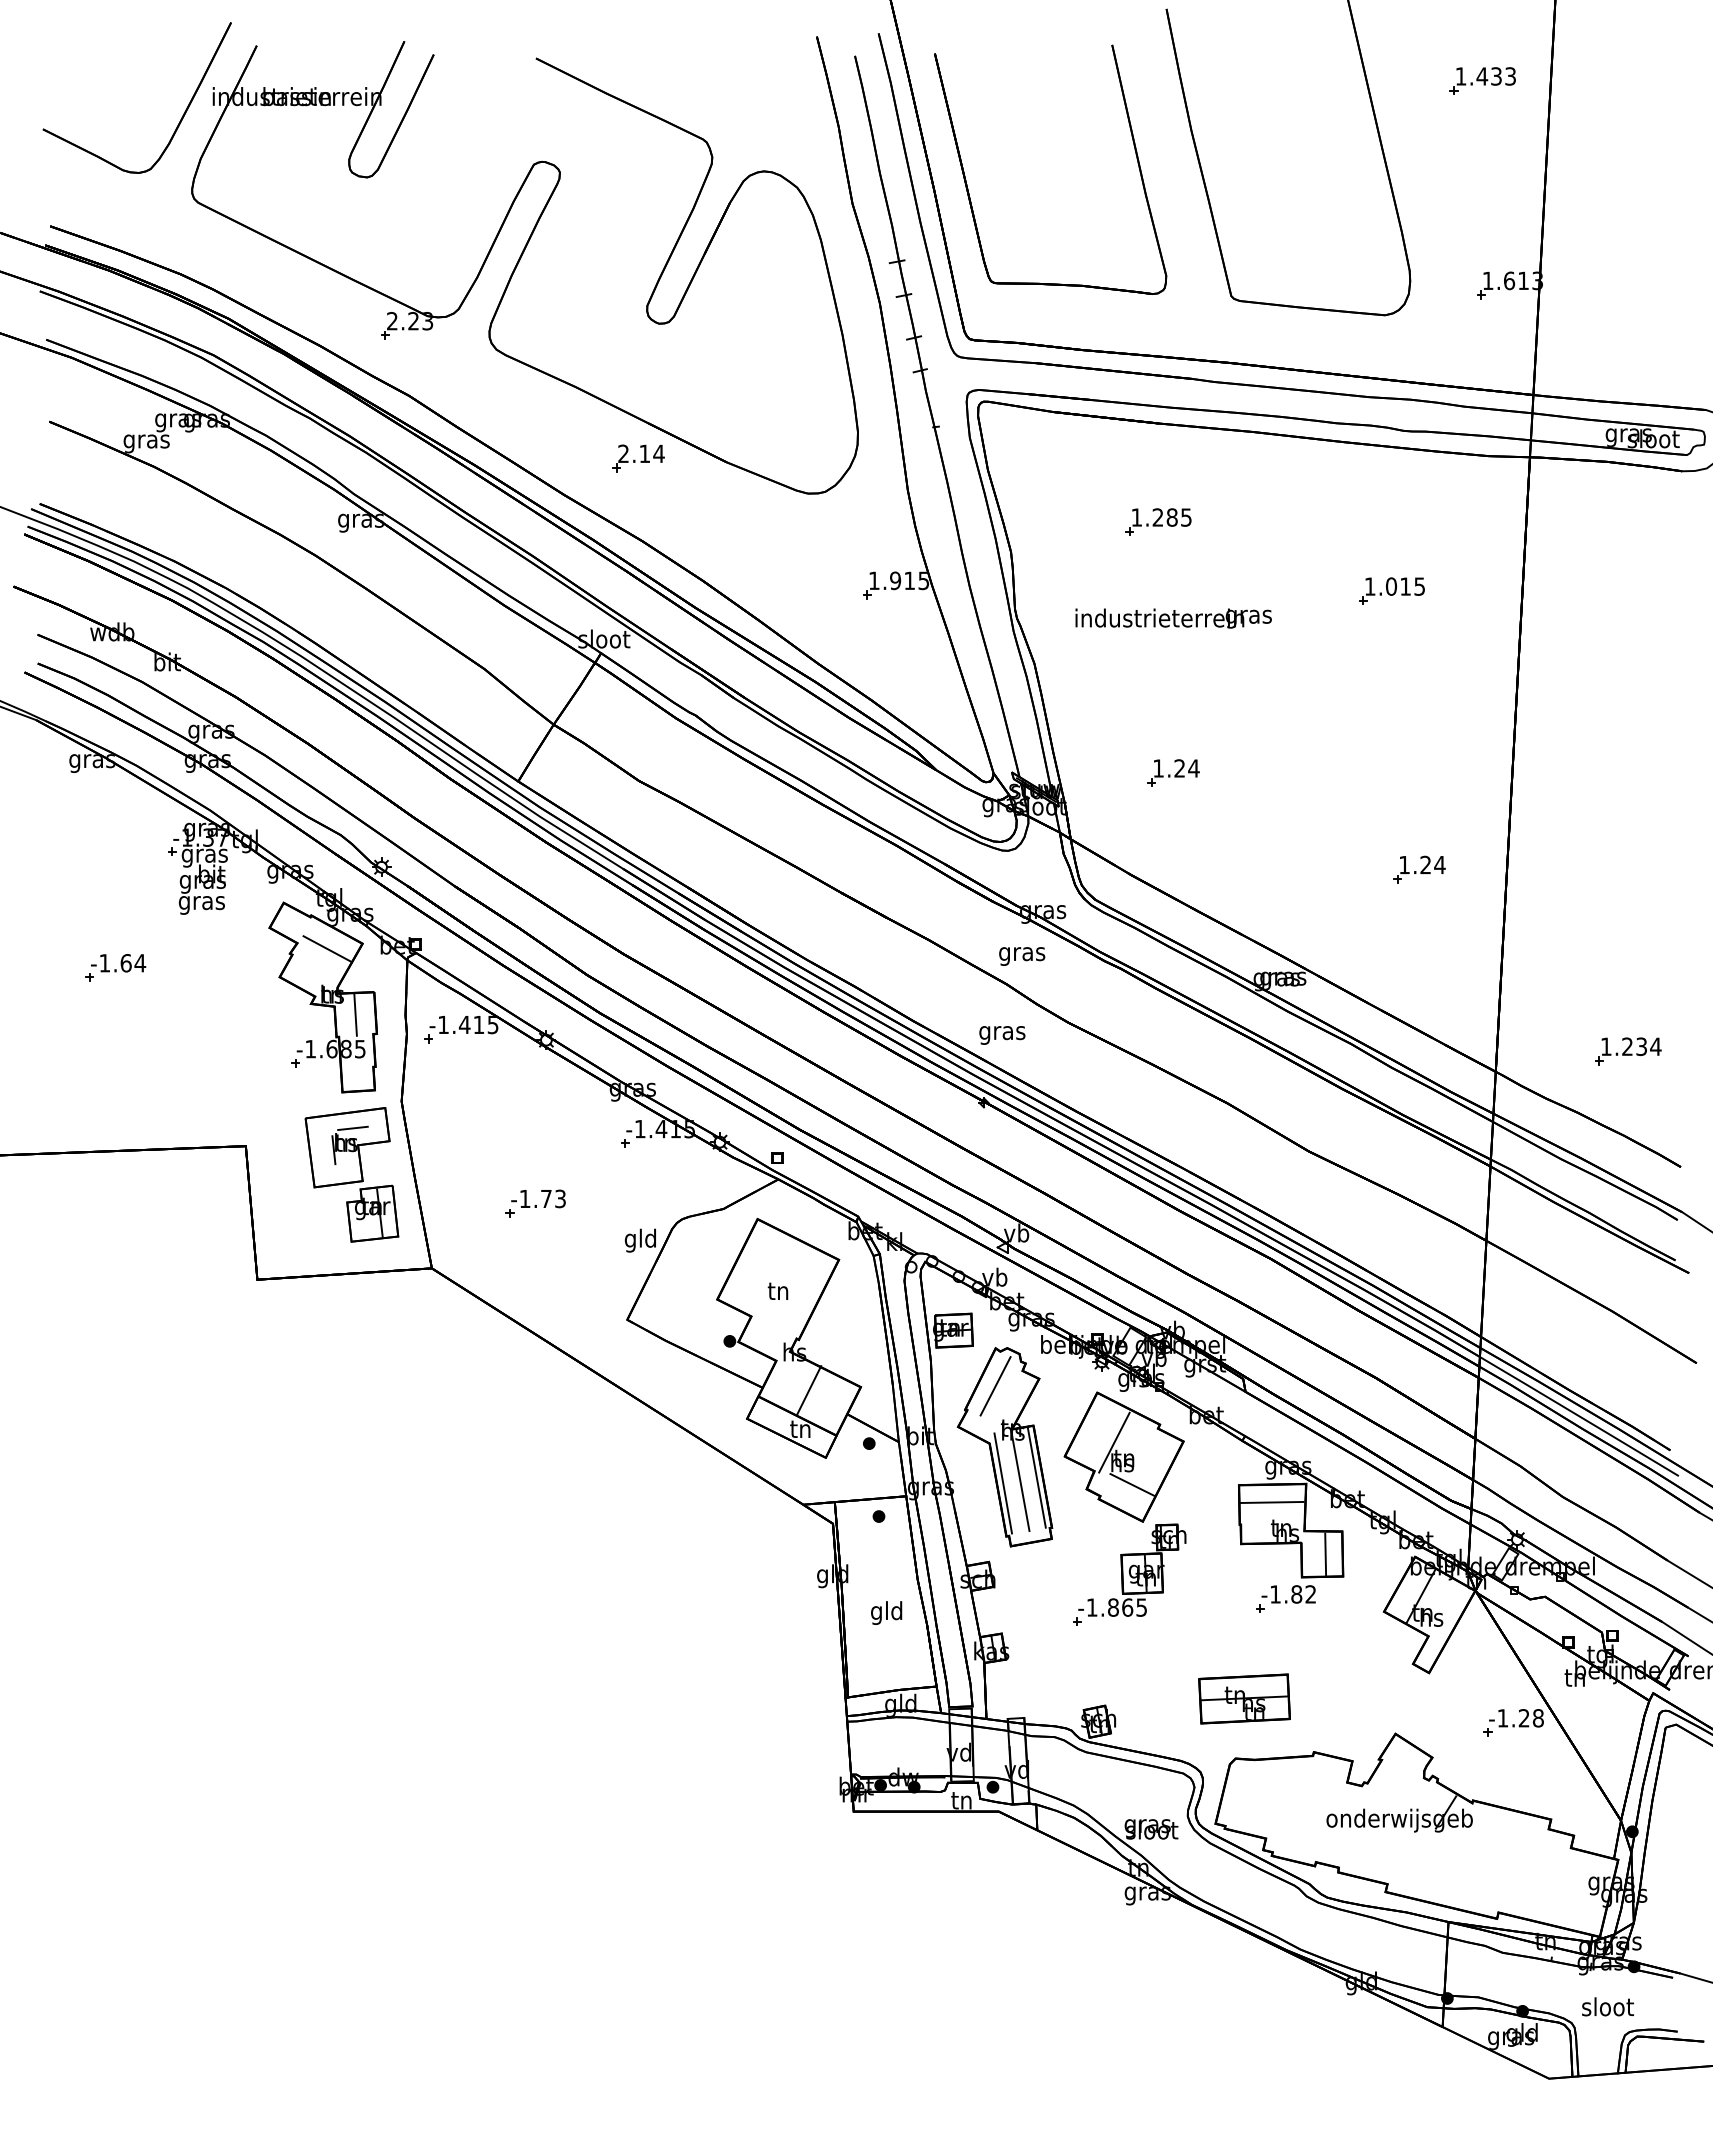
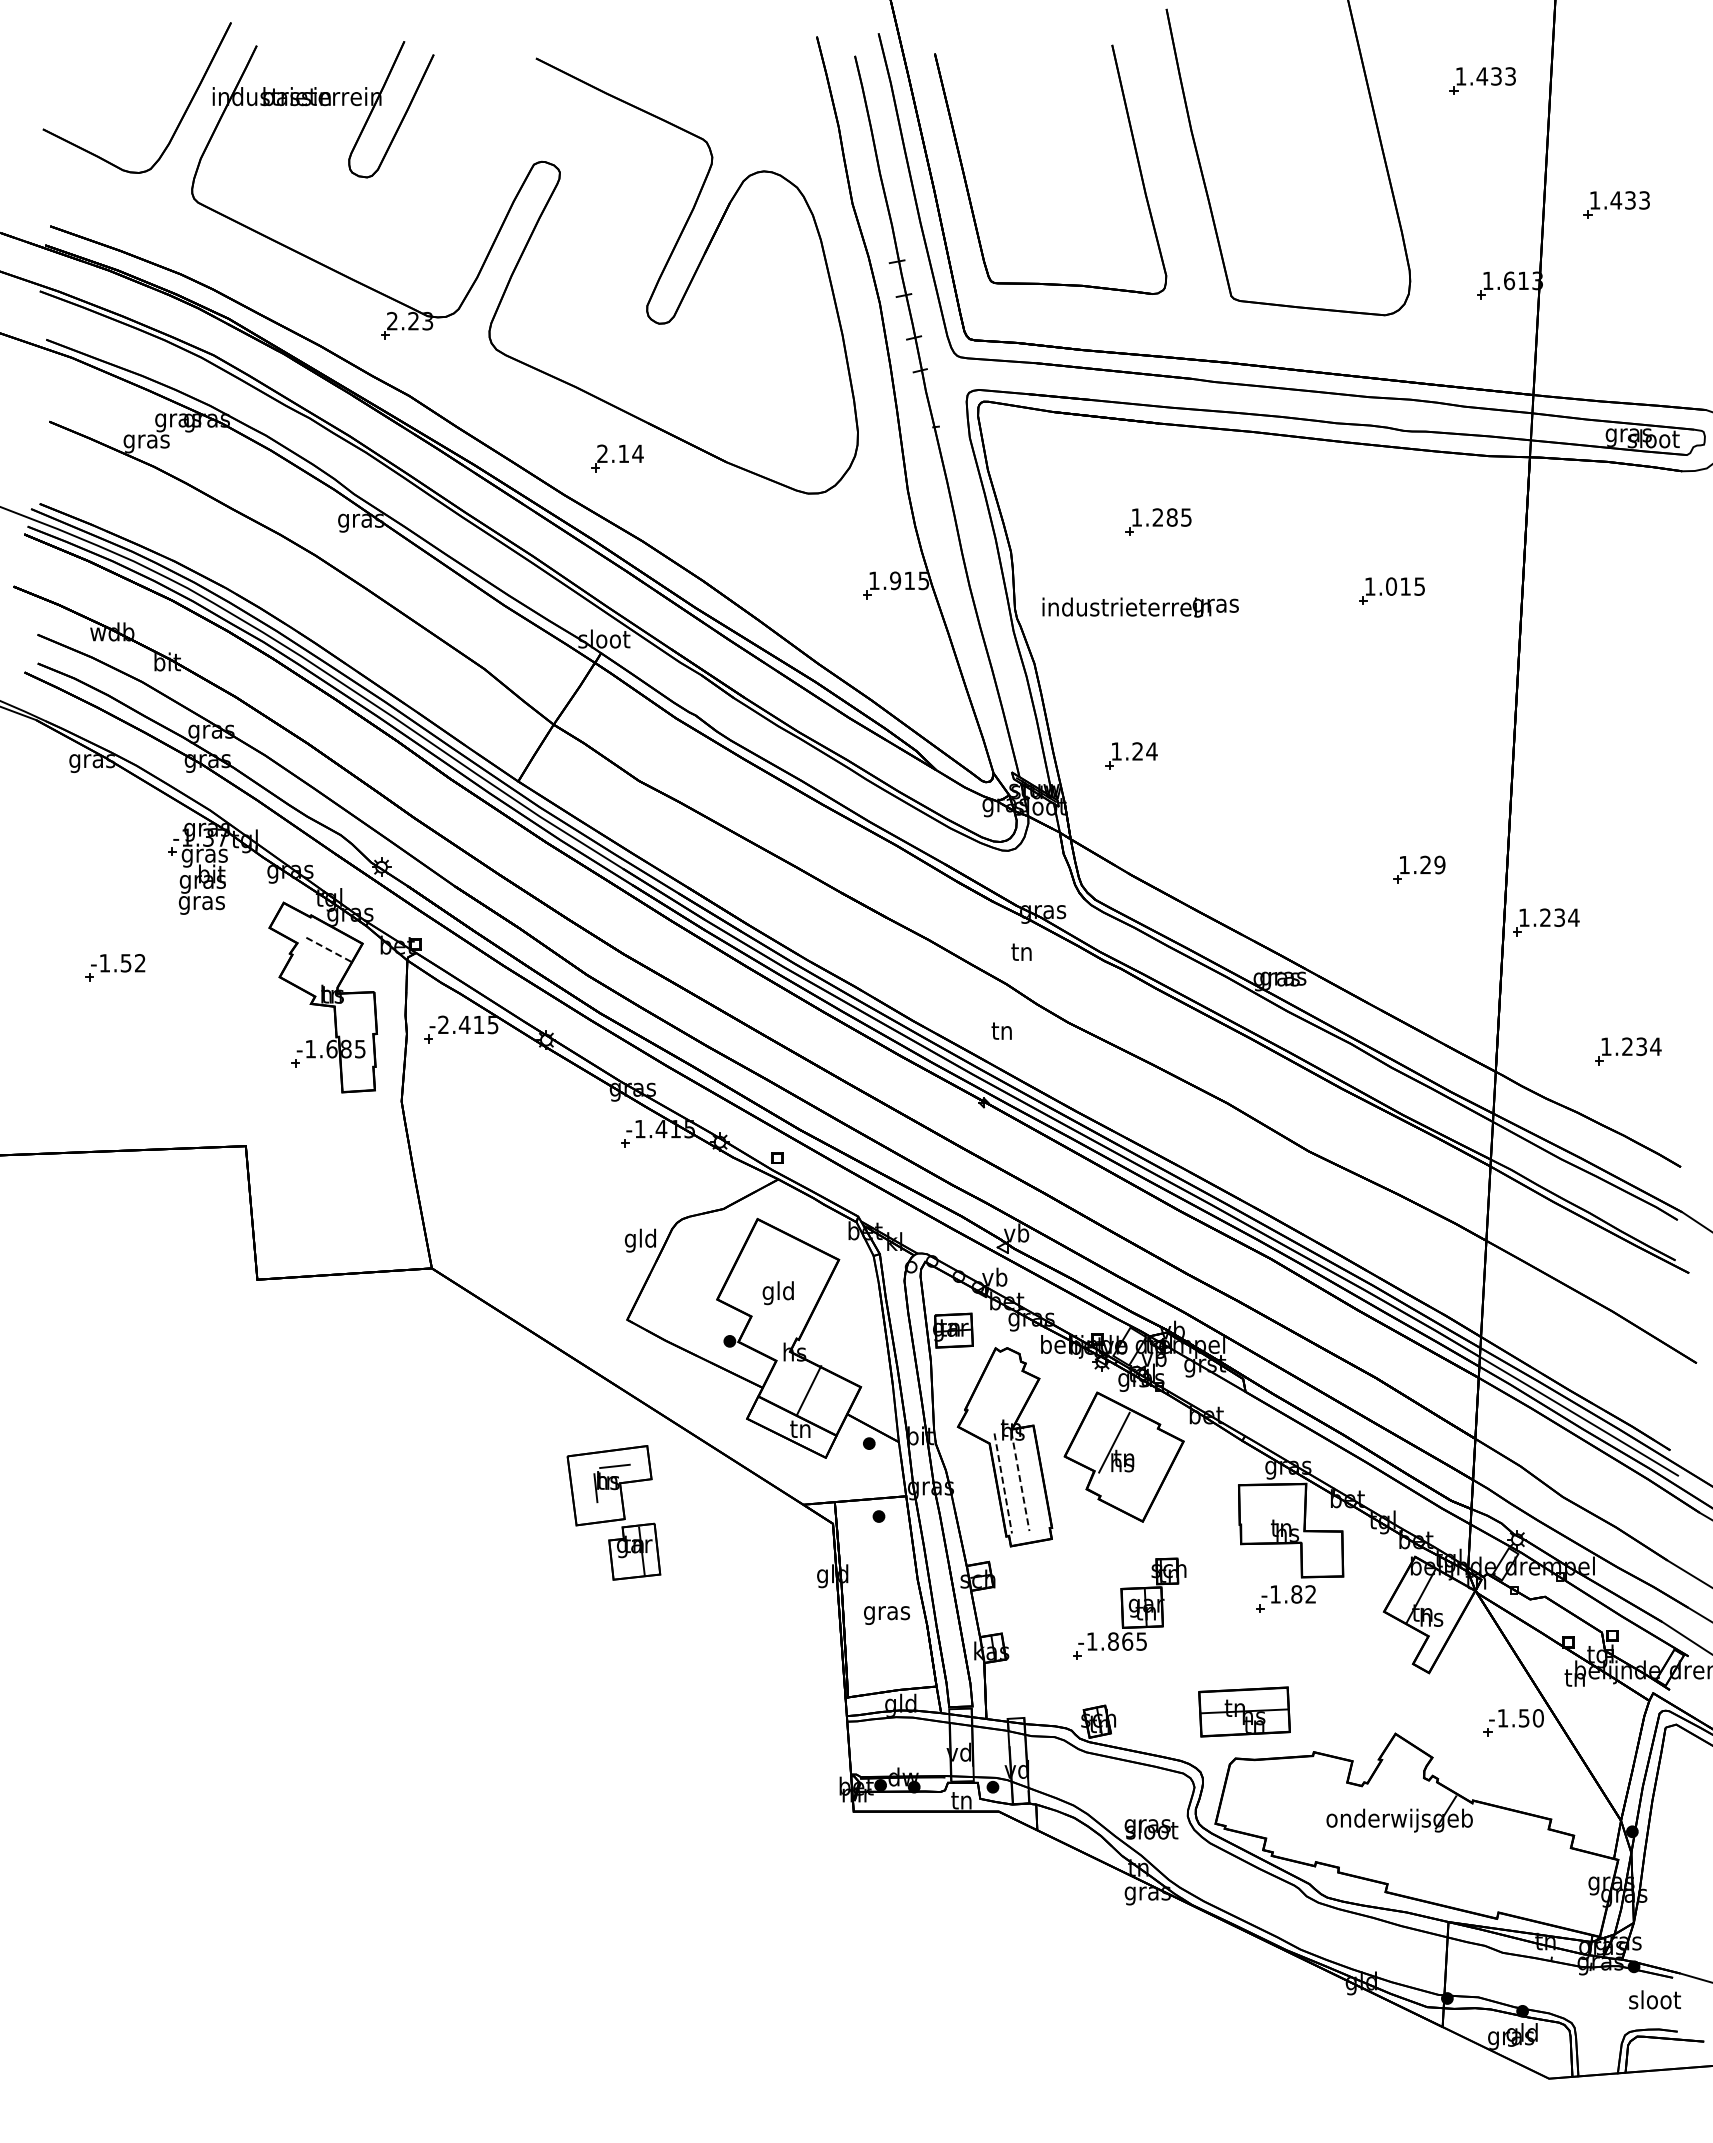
part at (1616, 204): none -> present
part at (638, 458) position: (638, 458) -> (617, 458)
text at (1173, 618) position: (1173, 618) -> (1140, 607)
part at (1173, 772) position: (1173, 772) -> (1131, 755)
text at (1439, 864): 1.24 -> 1.29
part at (1546, 922): none -> present
line at (327, 948): solid -> dashed
text at (1022, 954): gras -> tn
text at (133, 963): -1.64 -> -1.52
line at (355, 1014): present -> none
text at (443, 1024): -1.415 -> -2.415
text at (1002, 1033): gras -> tn
part at (351, 1174) position: (351, 1174) -> (613, 1512)
part at (535, 1203): present -> none
text at (777, 1293): tn -> gld
line at (995, 1386): present -> none
line at (1036, 1477): present -> none
line at (1020, 1481): solid -> dashed
line at (1003, 1483): solid -> dashed
line at (1132, 1485): present -> none
line at (1271, 1502): present -> none
line at (1325, 1554): present -> none
part at (1129, 1574) position: (1129, 1574) -> (1129, 1608)
text at (887, 1612): gld -> gras
part at (1244, 1698) position: (1244, 1698) -> (1244, 1711)
text at (1531, 1718): -1.28 -> -1.50
text at (1607, 2006) position: (1607, 2006) -> (1654, 1999)
